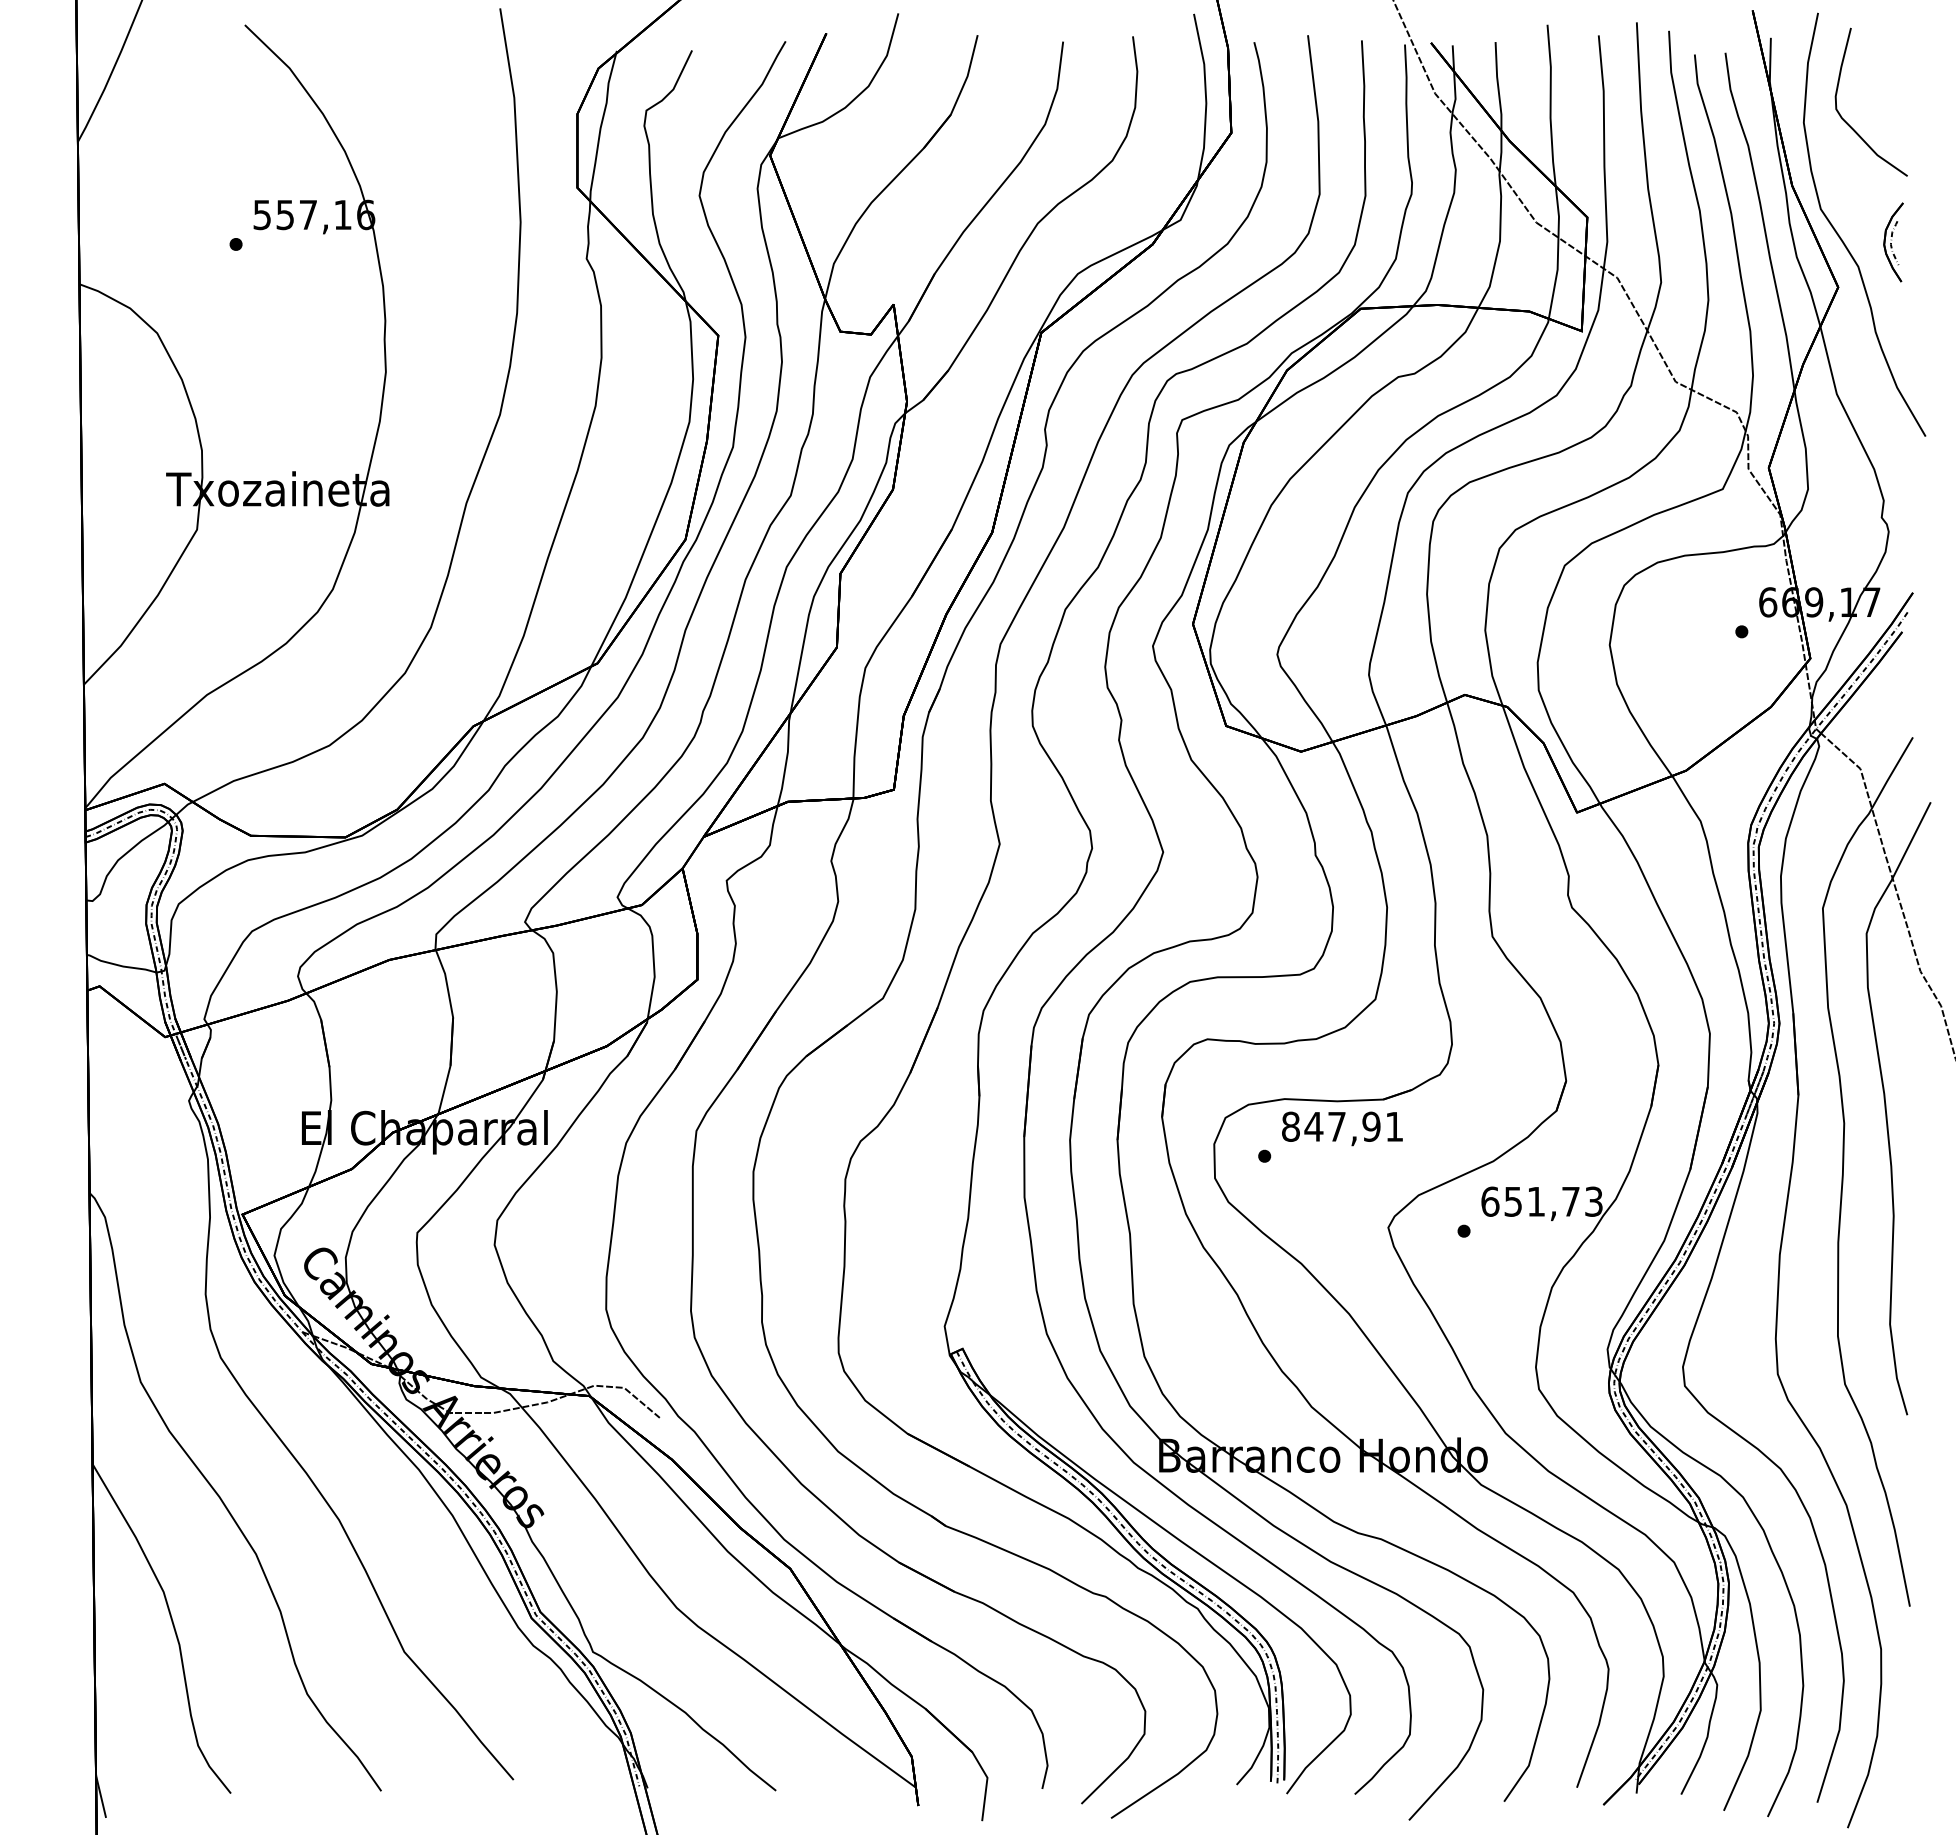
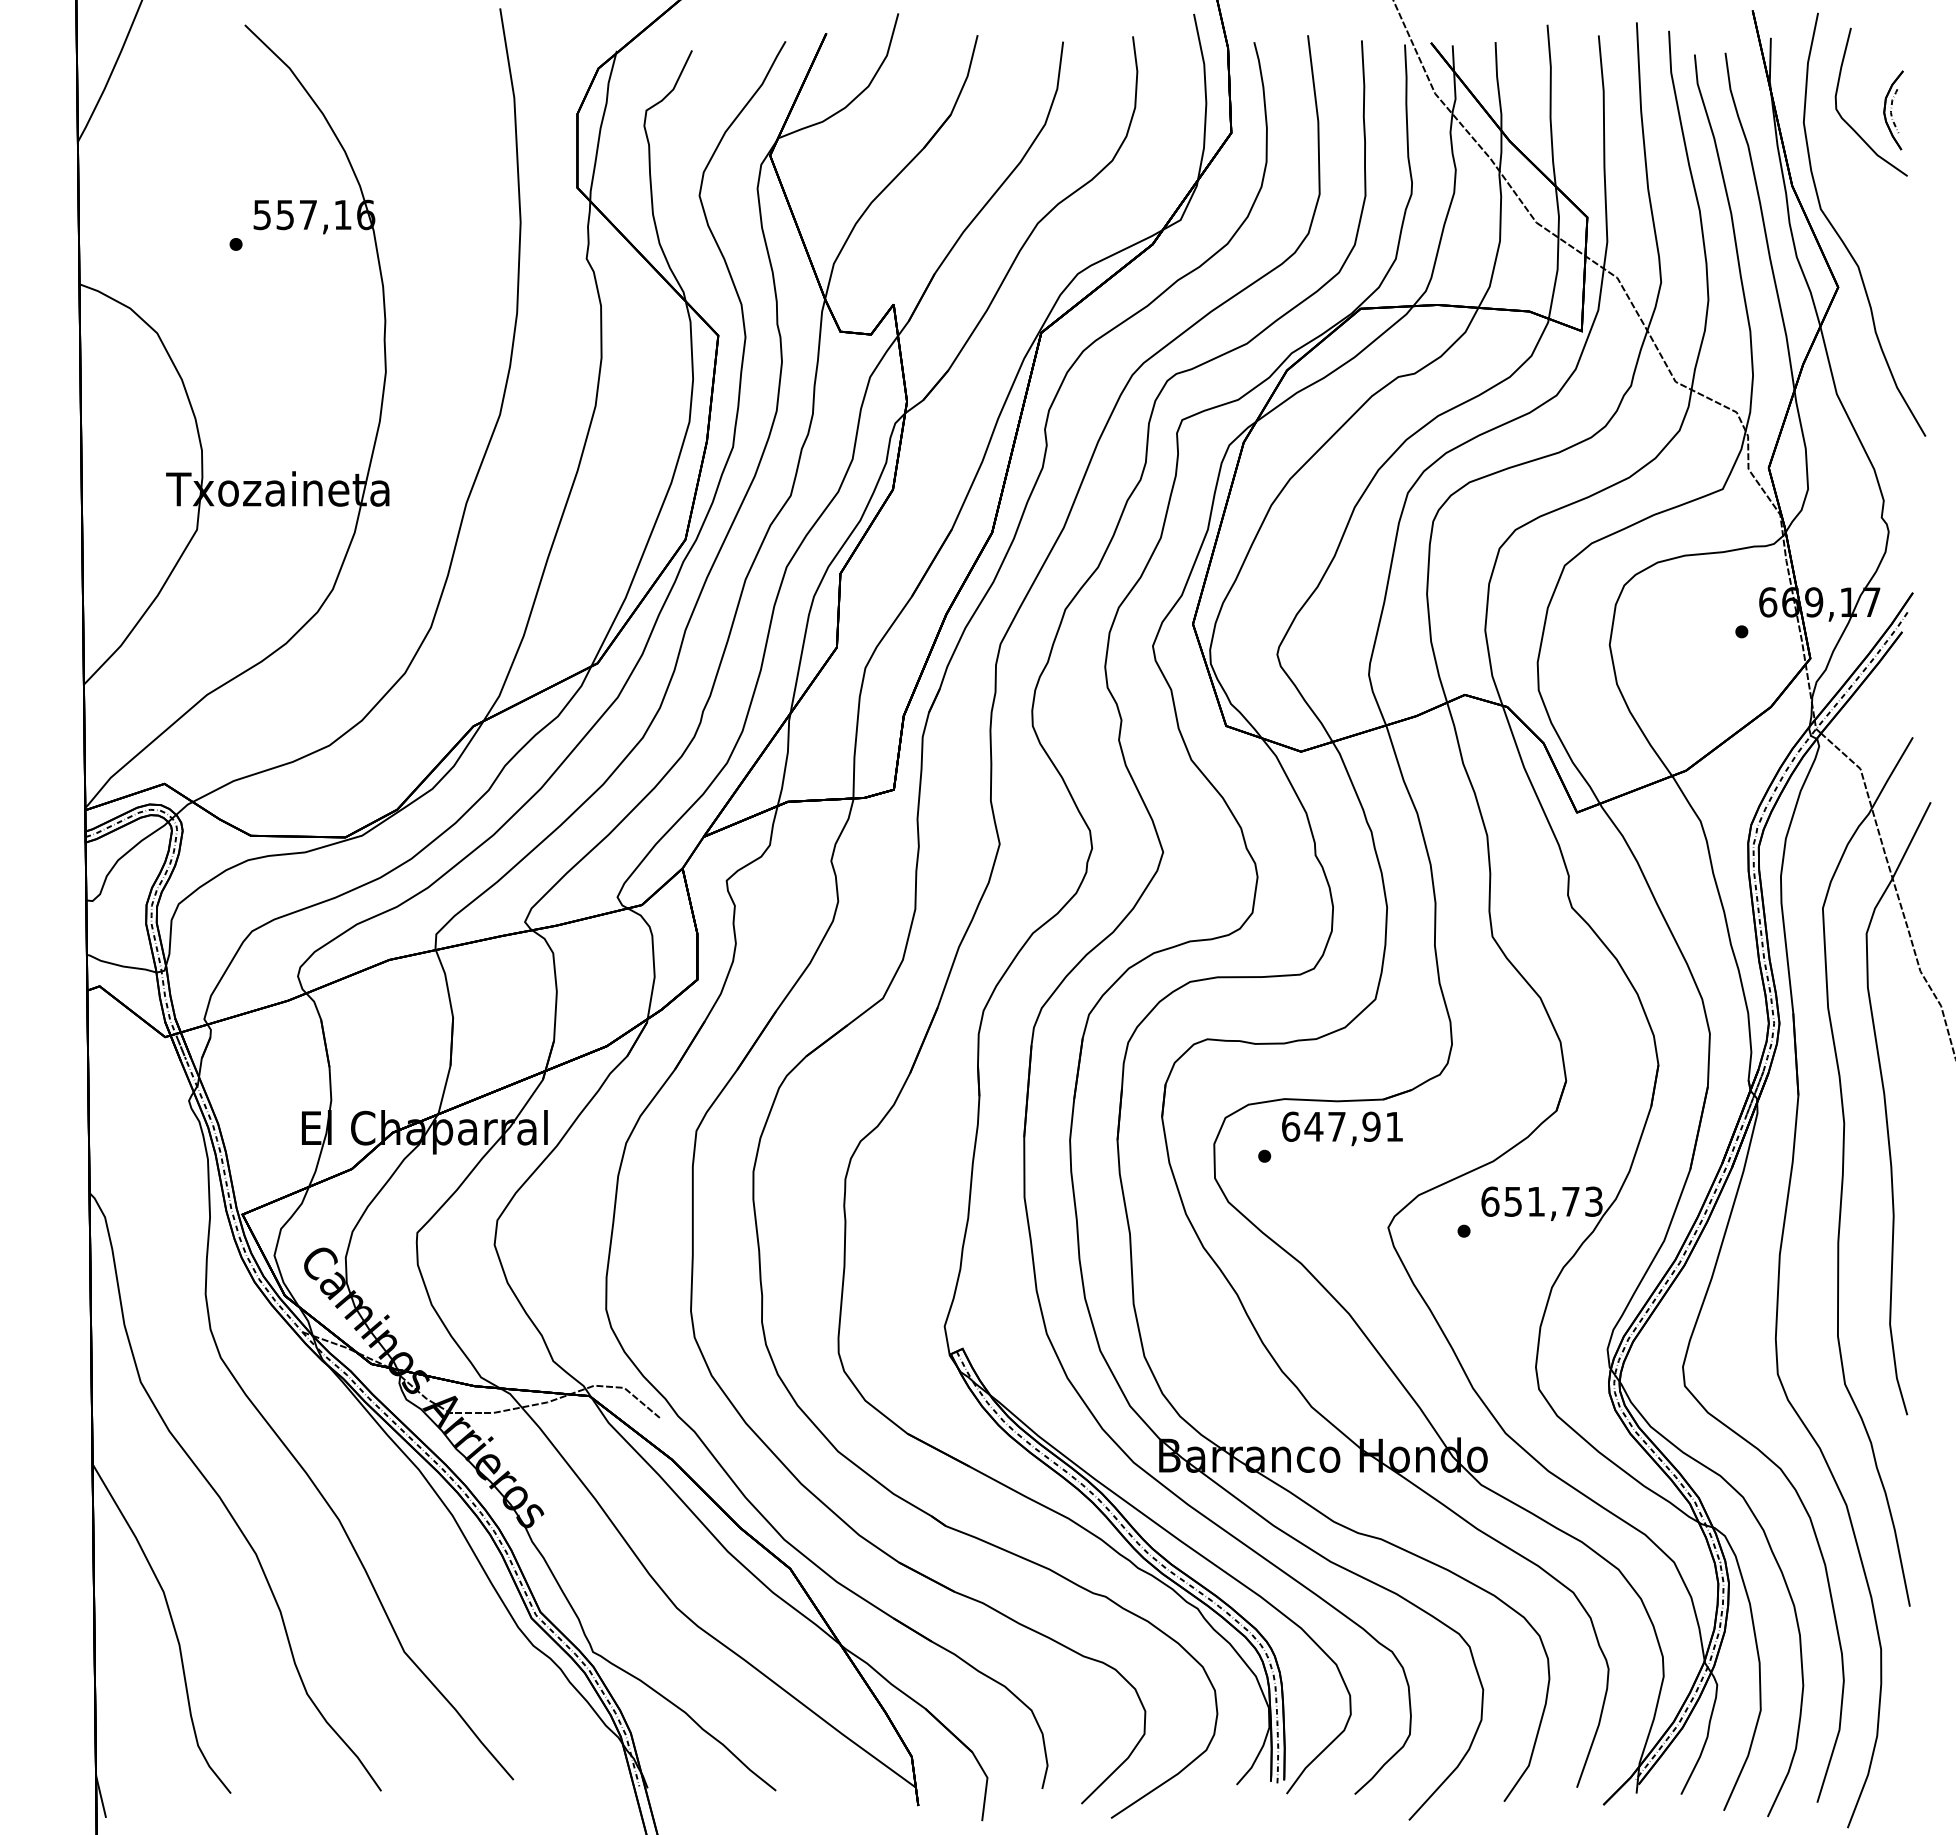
part at (1893, 242) position: (1893, 242) -> (1893, 110)
text at (1291, 1126): 847,91 -> 647,91
